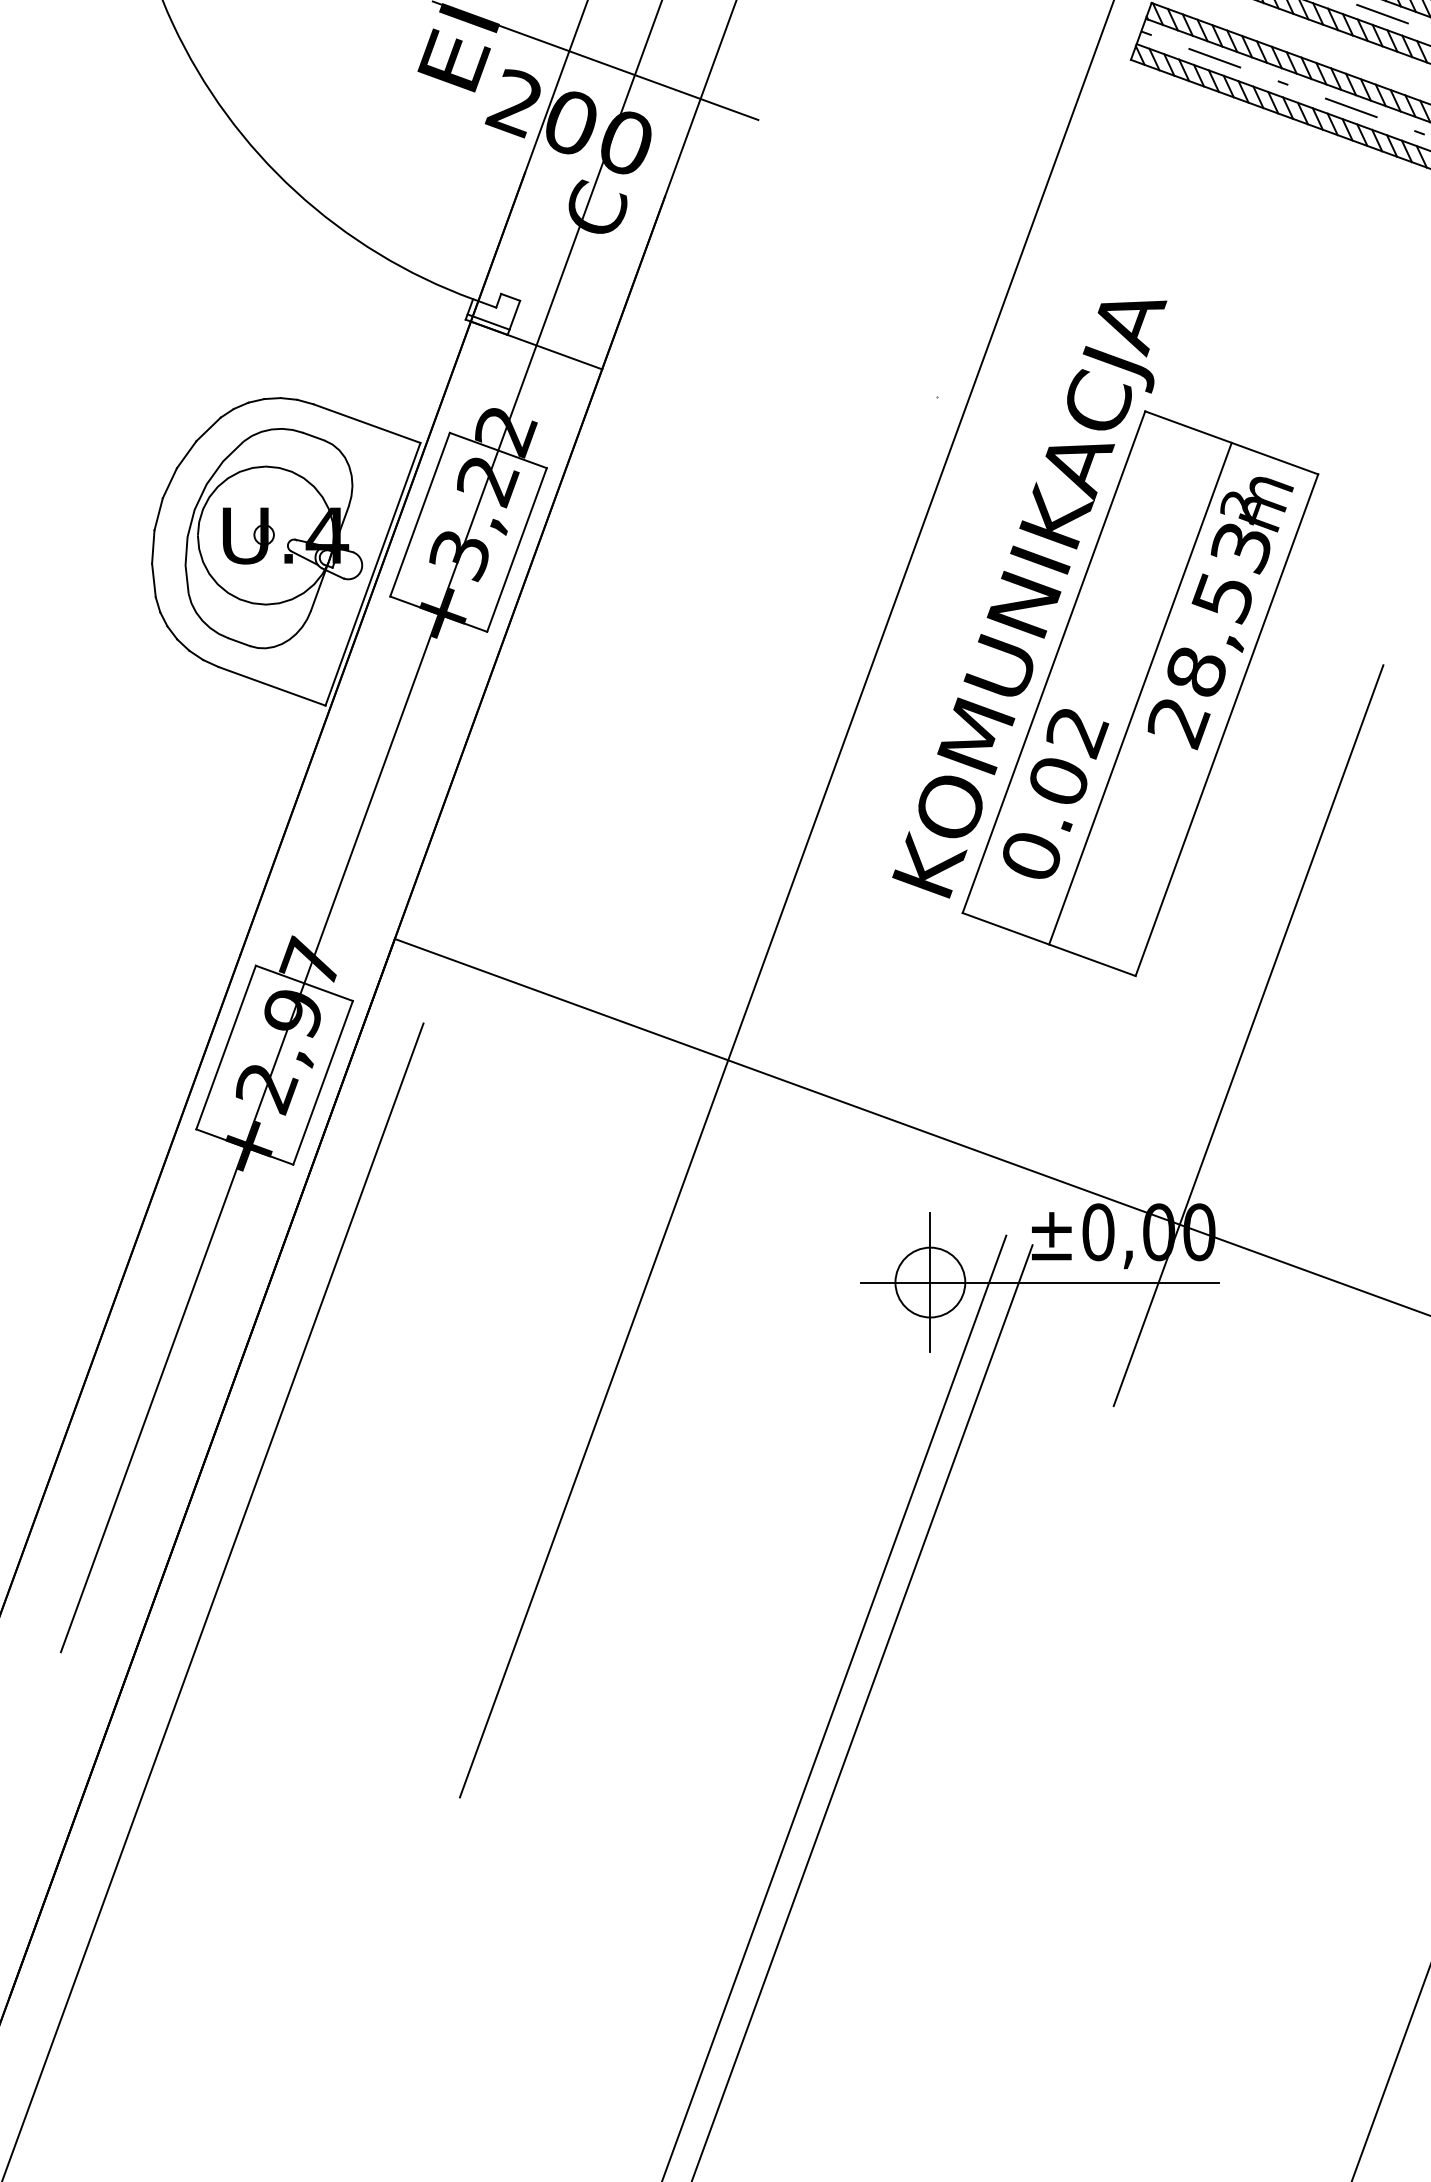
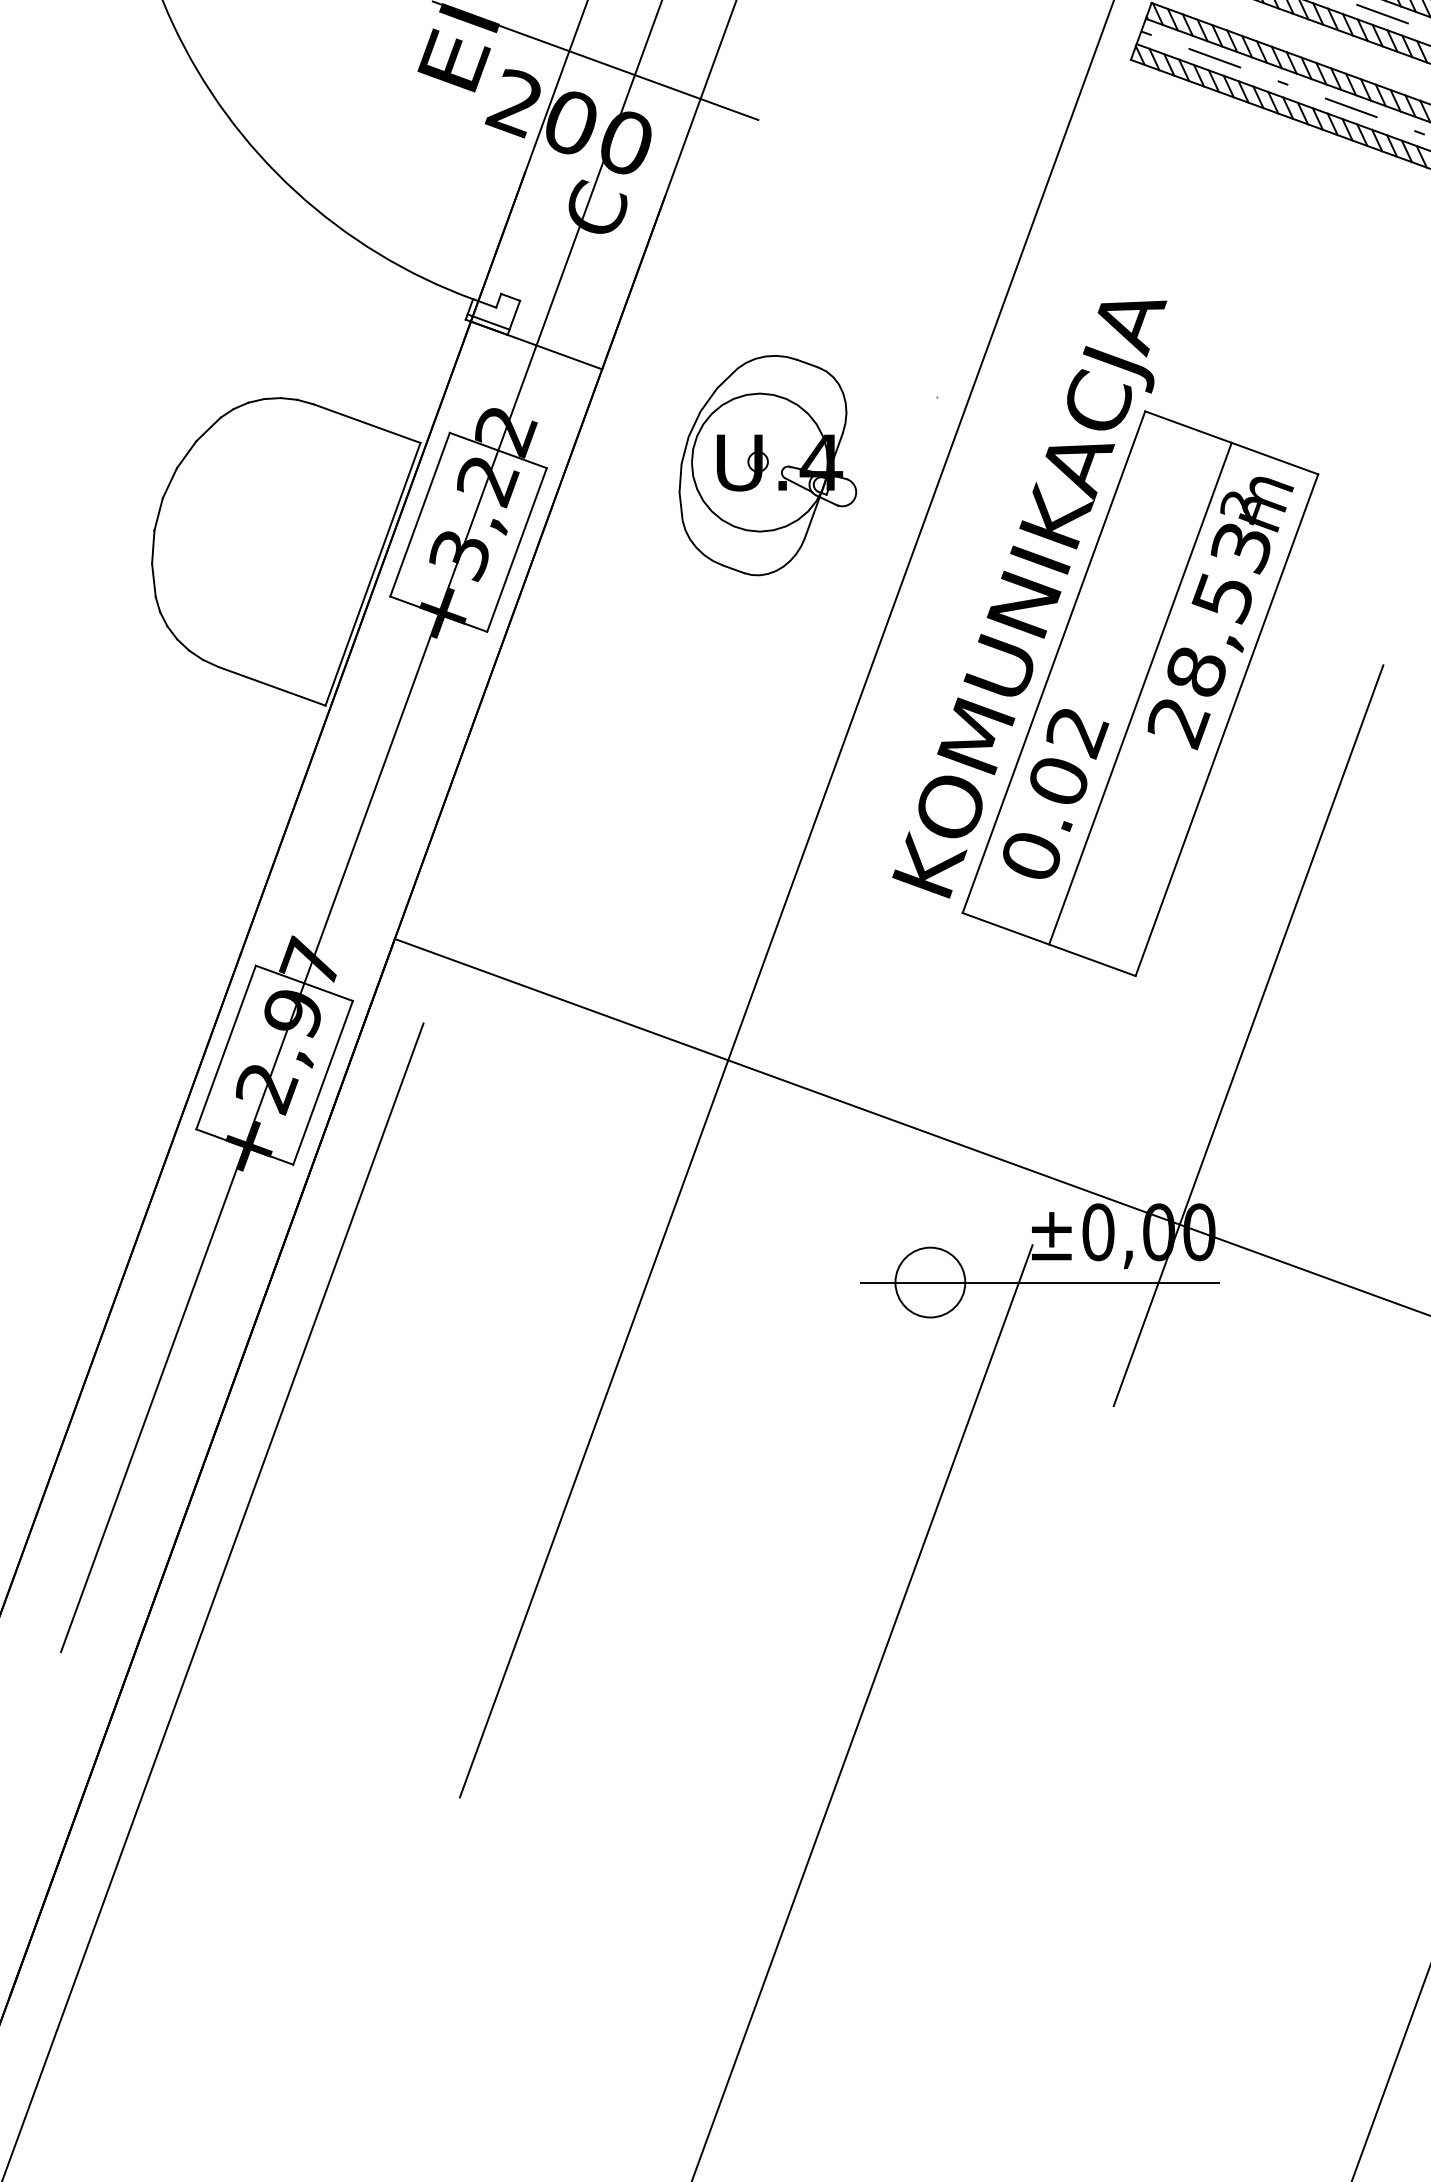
part at (273, 538) position: (273, 538) -> (767, 465)
line at (930, 1282): present -> none
line at (834, 1706): present -> none
